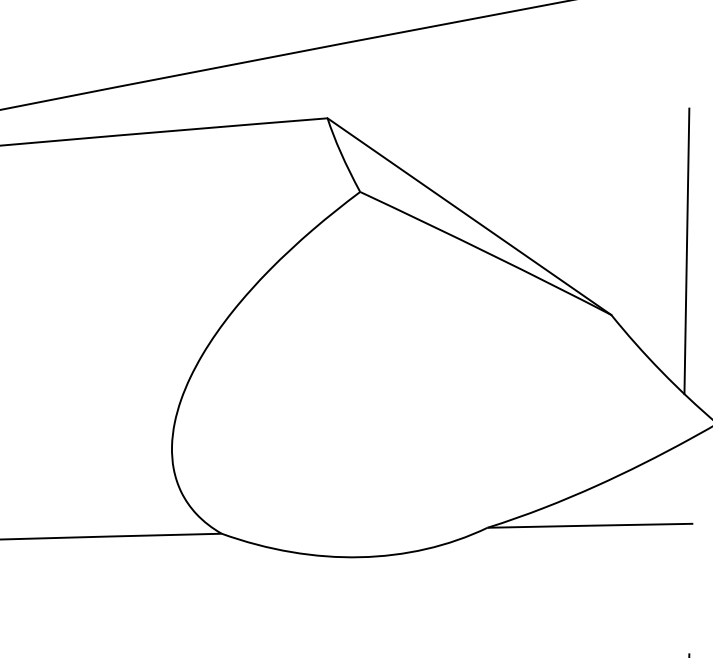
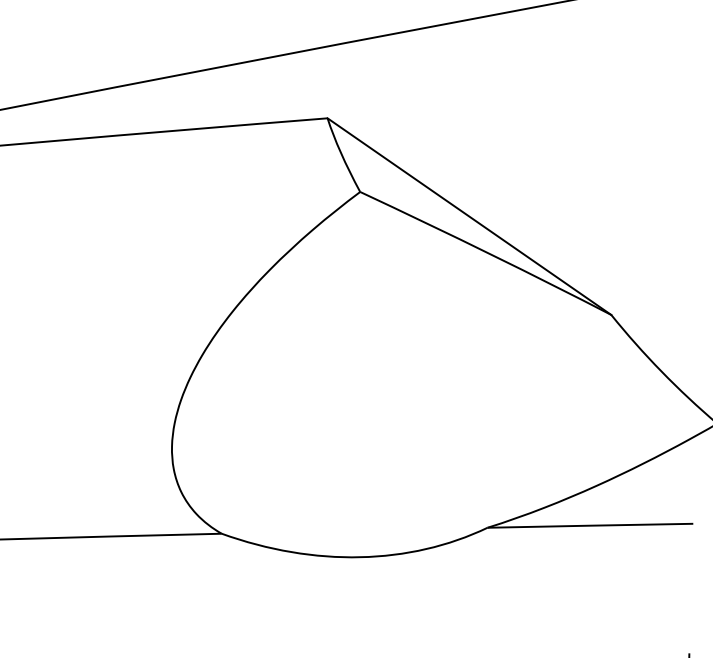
line at (686, 251): present -> none
